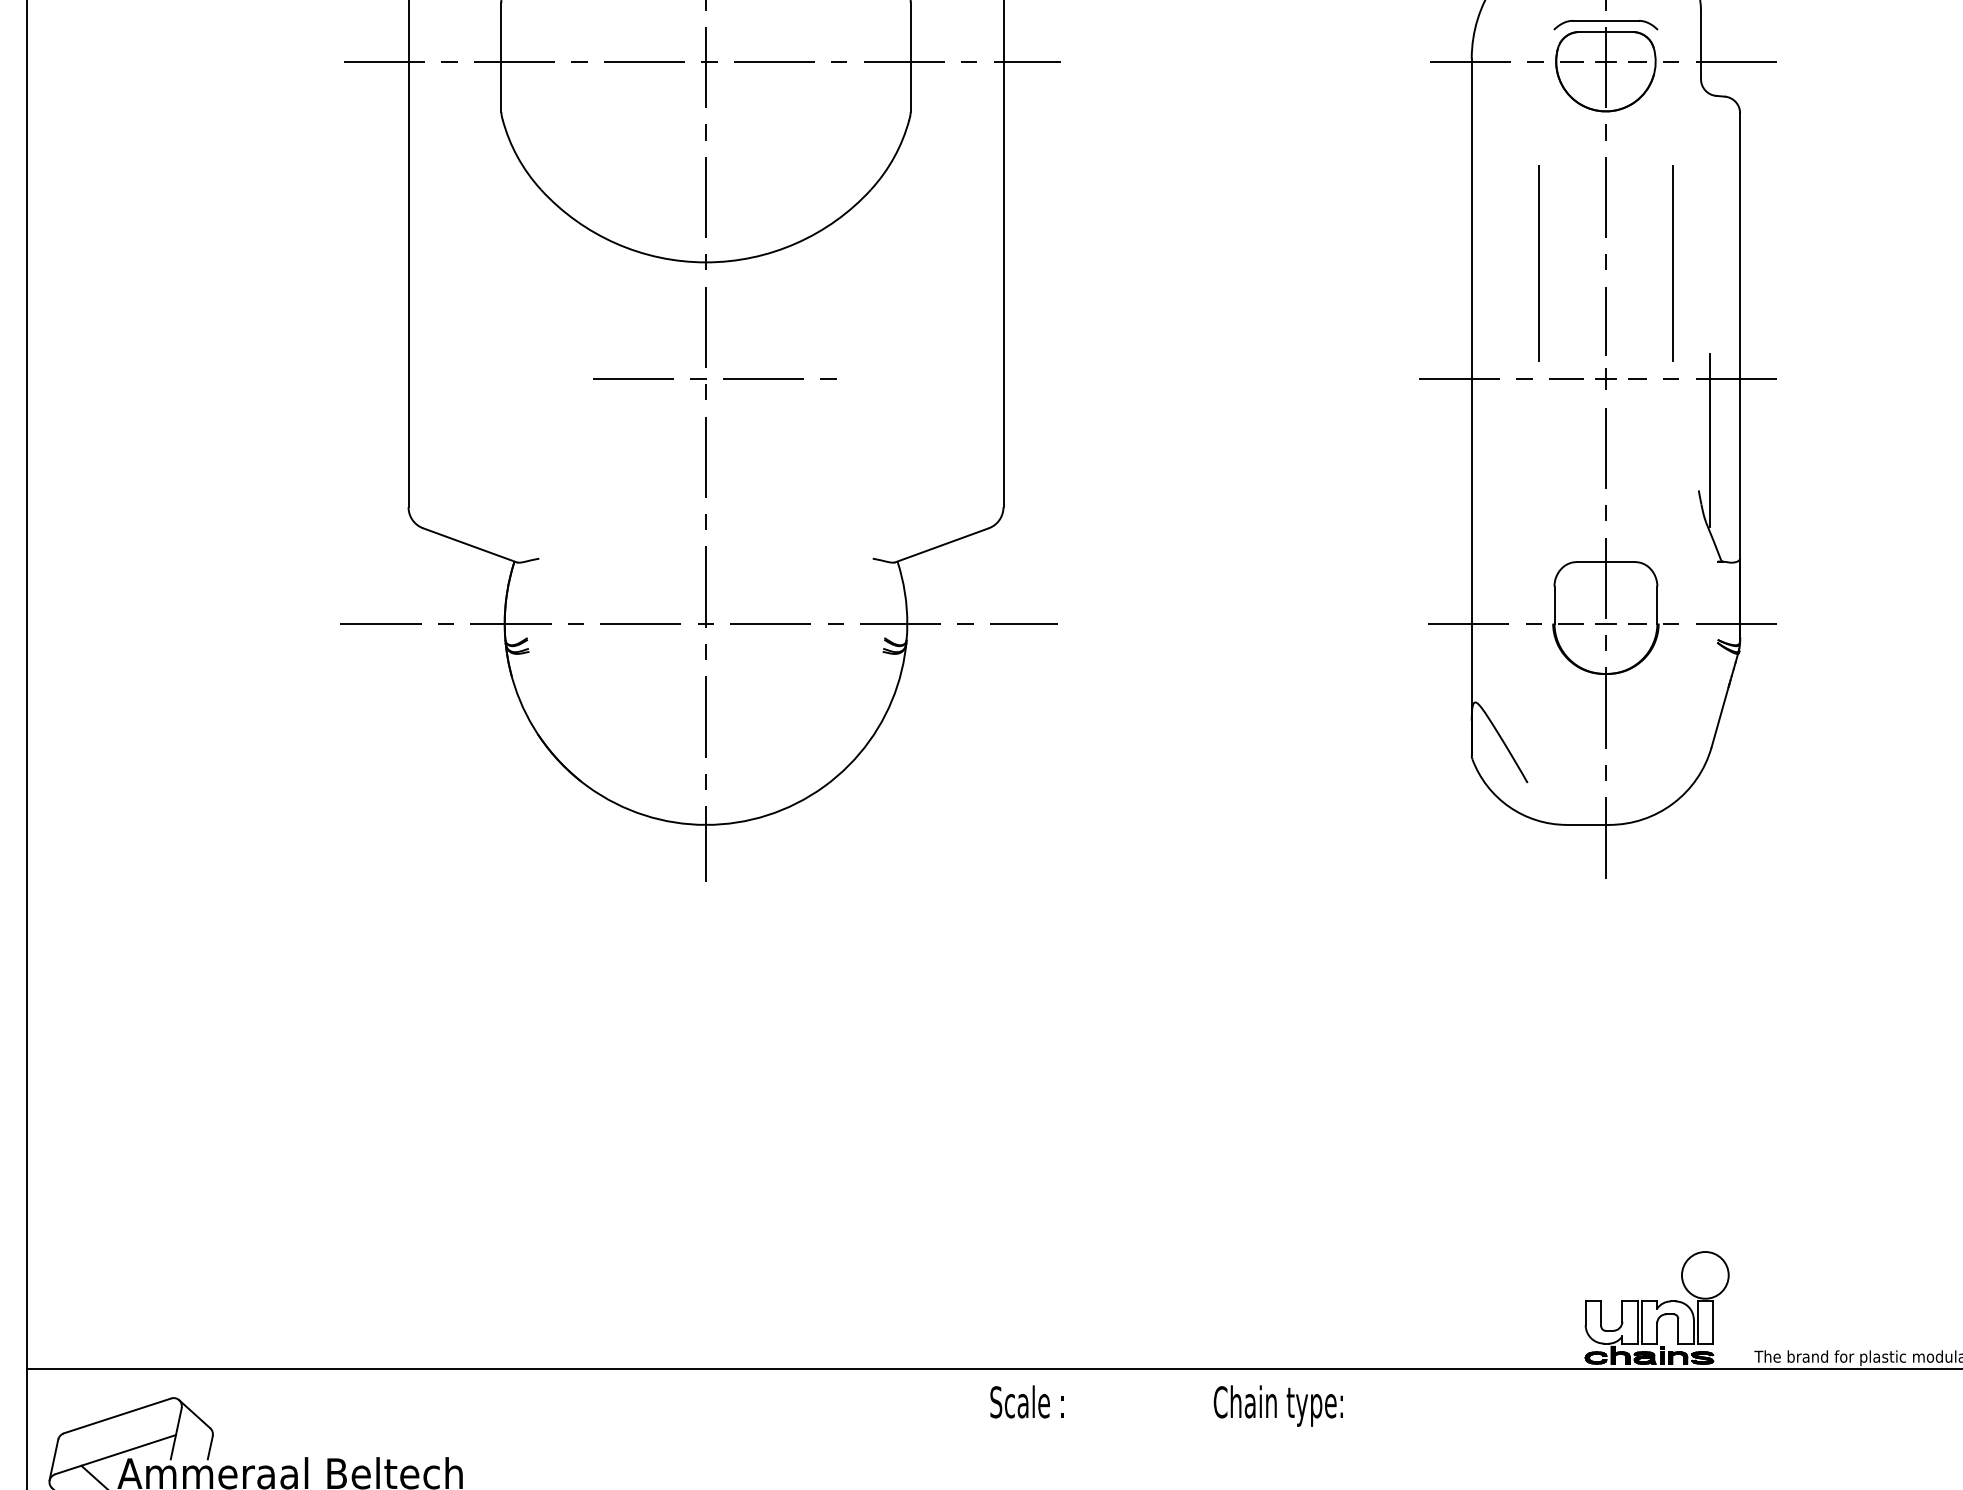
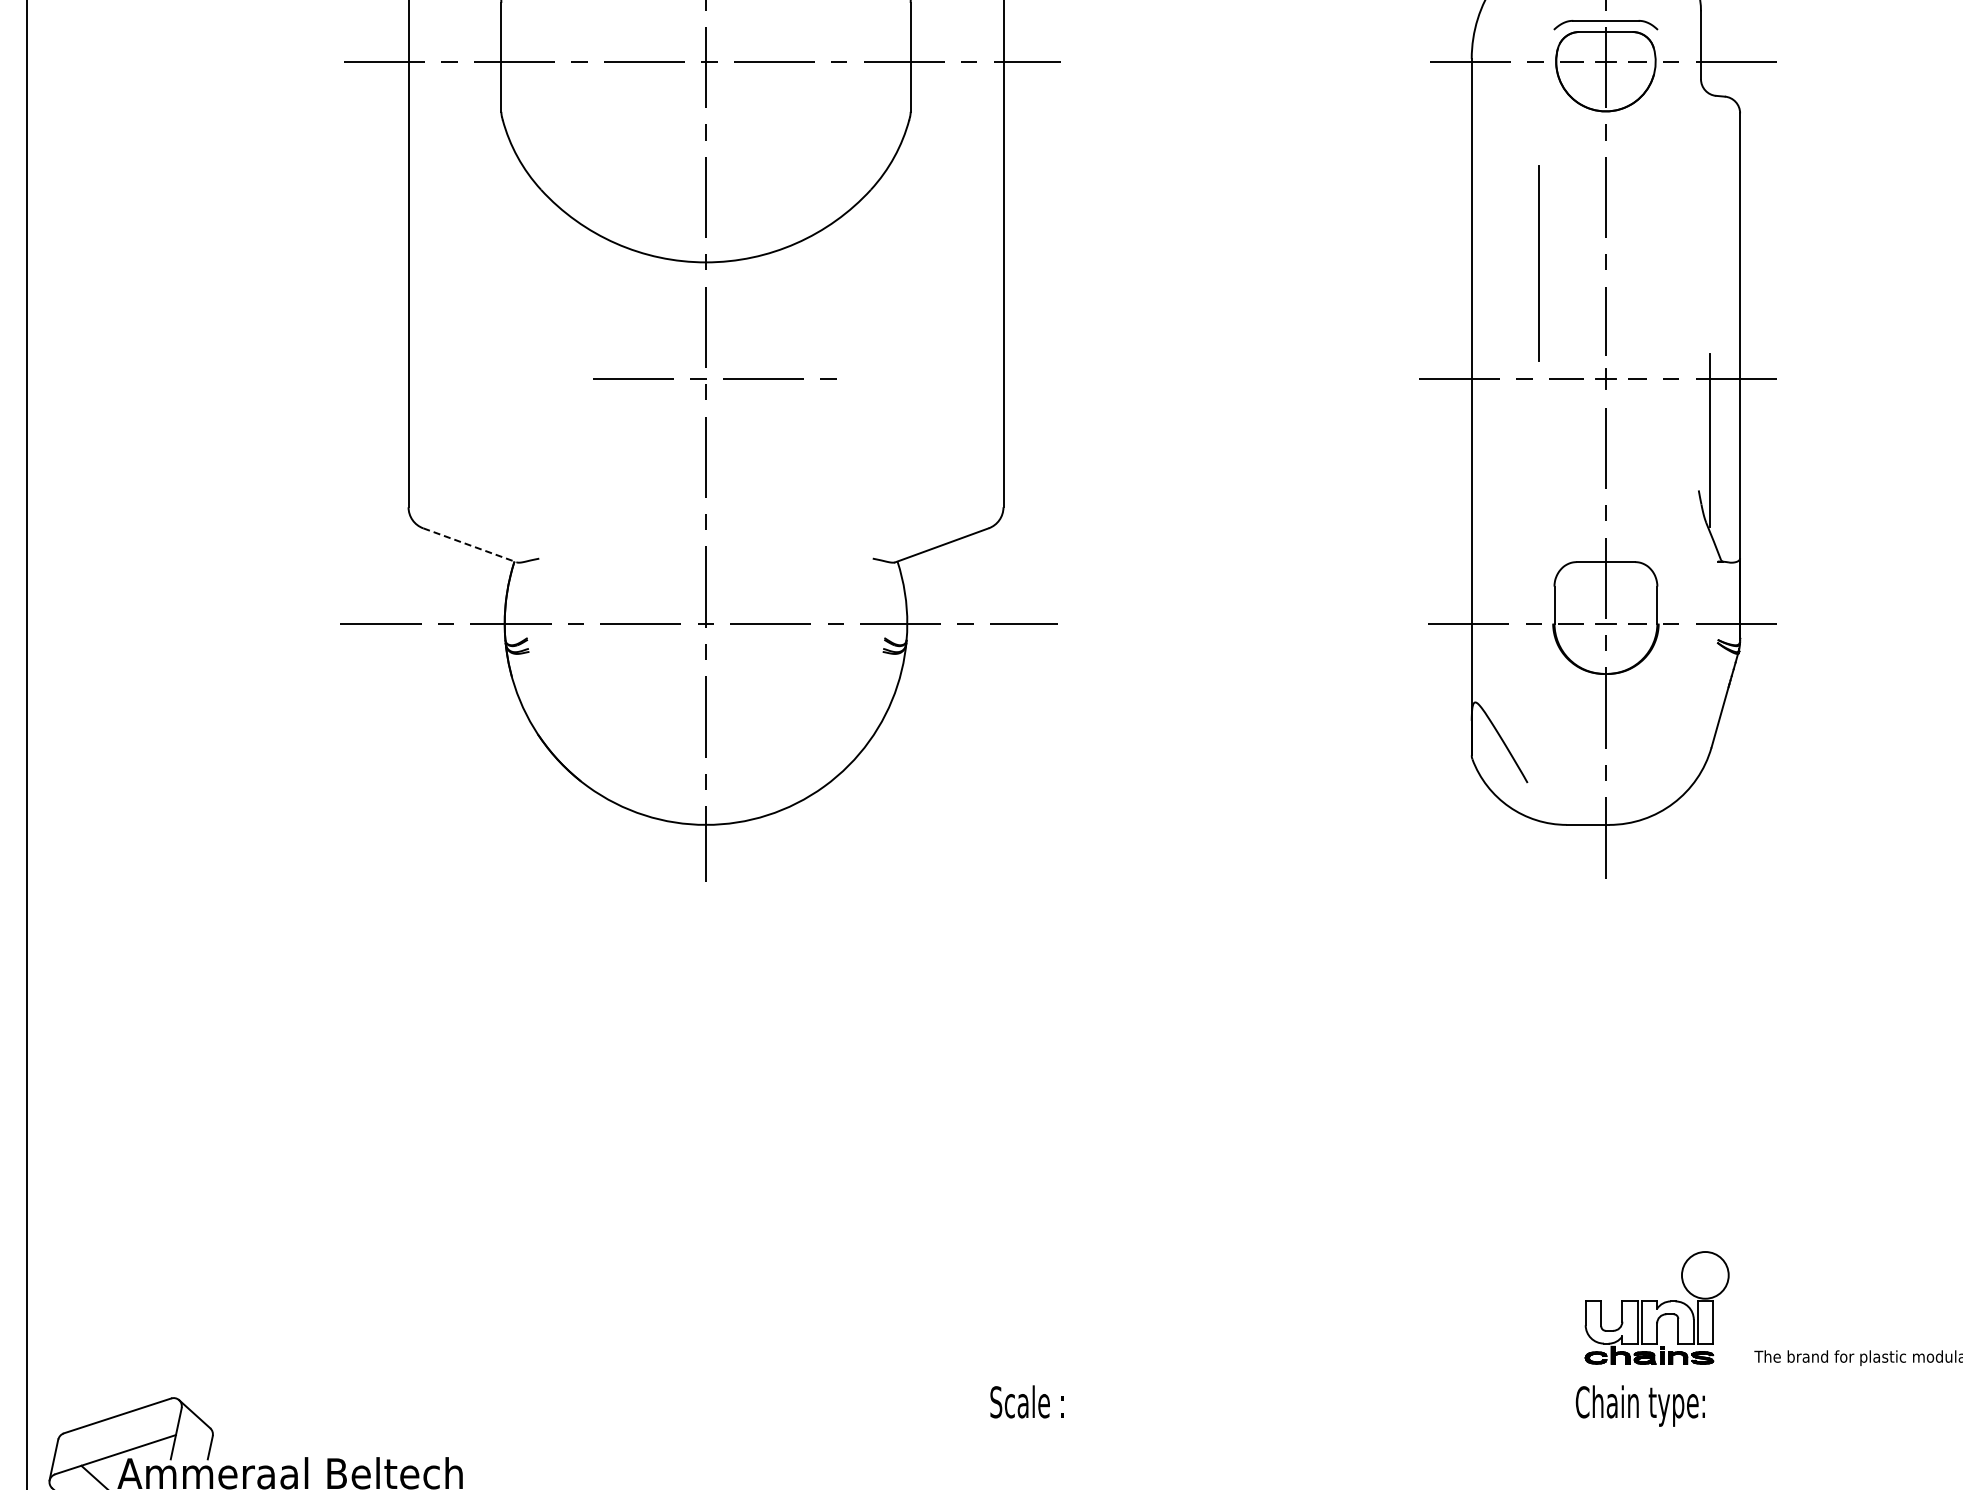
line at (1673, 262): present -> none
line at (470, 545): solid -> dashed
line at (993, 1369): present -> none
text at (1277, 1405) position: (1277, 1405) -> (1639, 1405)
